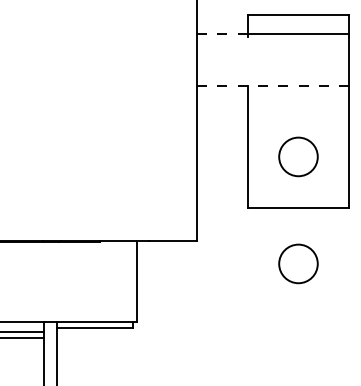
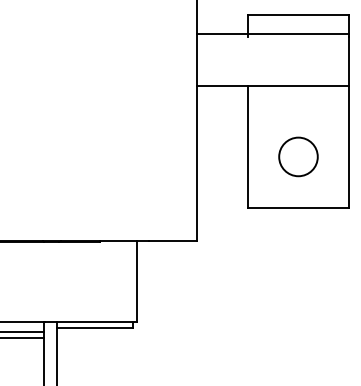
line at (222, 34): dashed -> solid
line at (273, 85): dashed -> solid
circle at (298, 263): present -> none
